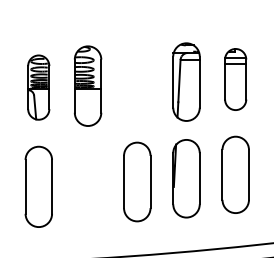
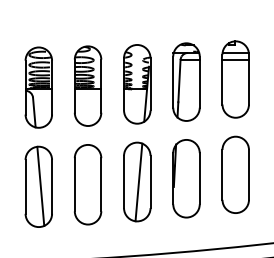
part at (235, 79) size: 24x63 px -> 29x79 px
part at (137, 84): none -> present
part at (38, 87) size: 24x67 px -> 29x83 px
line at (138, 182): none -> present
part at (87, 184): none -> present
line at (40, 185): none -> present
